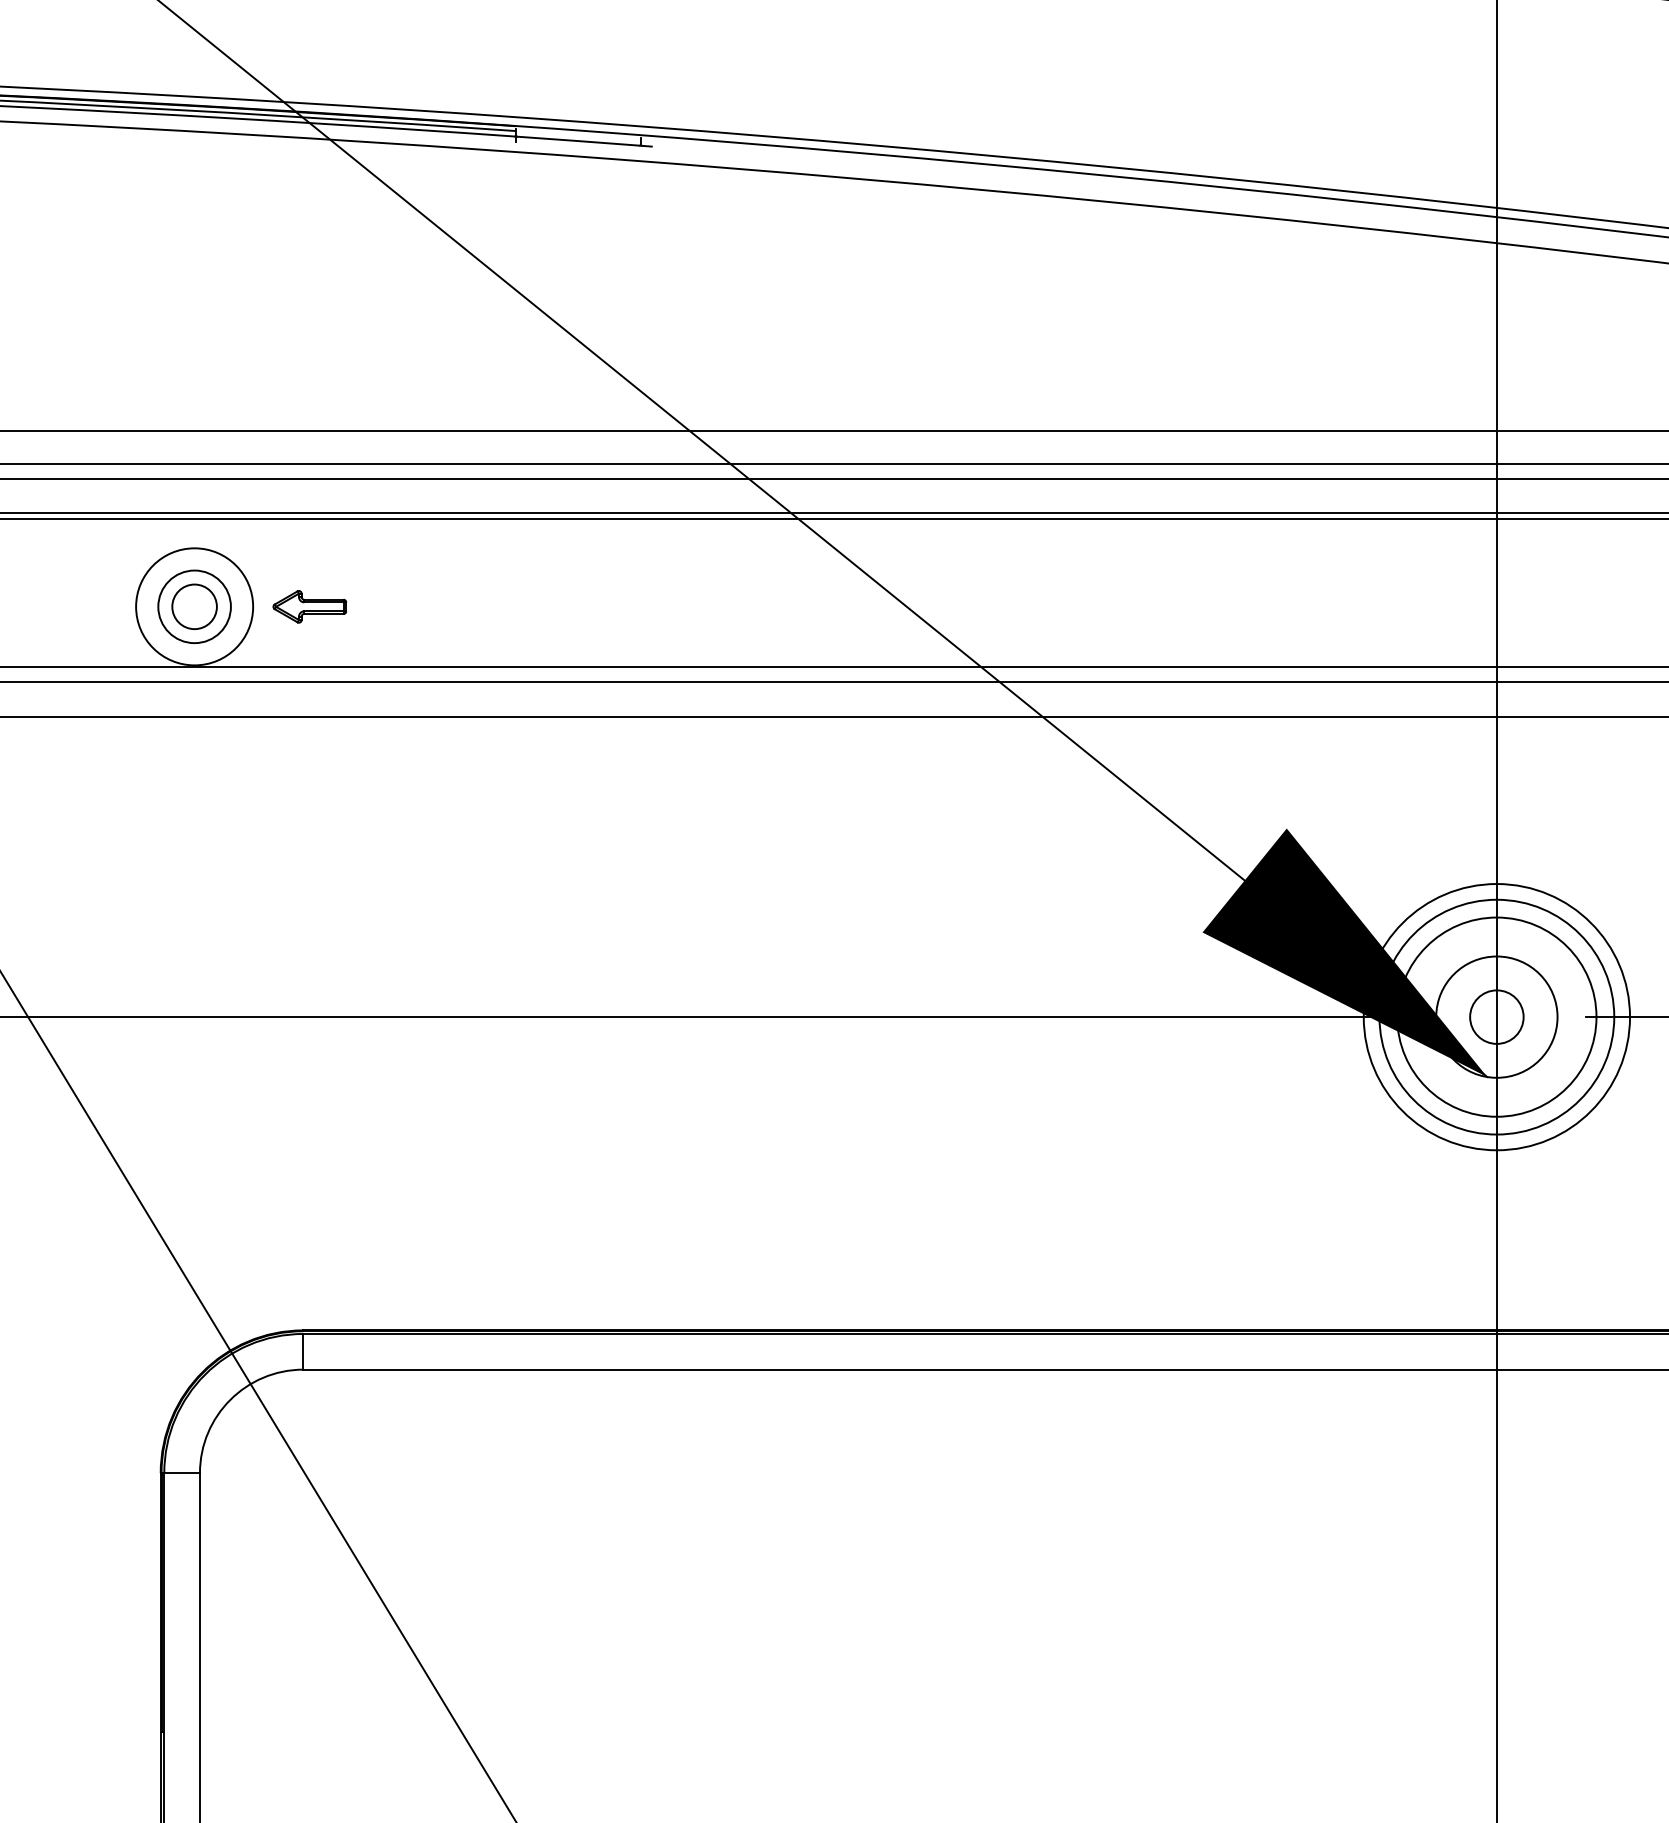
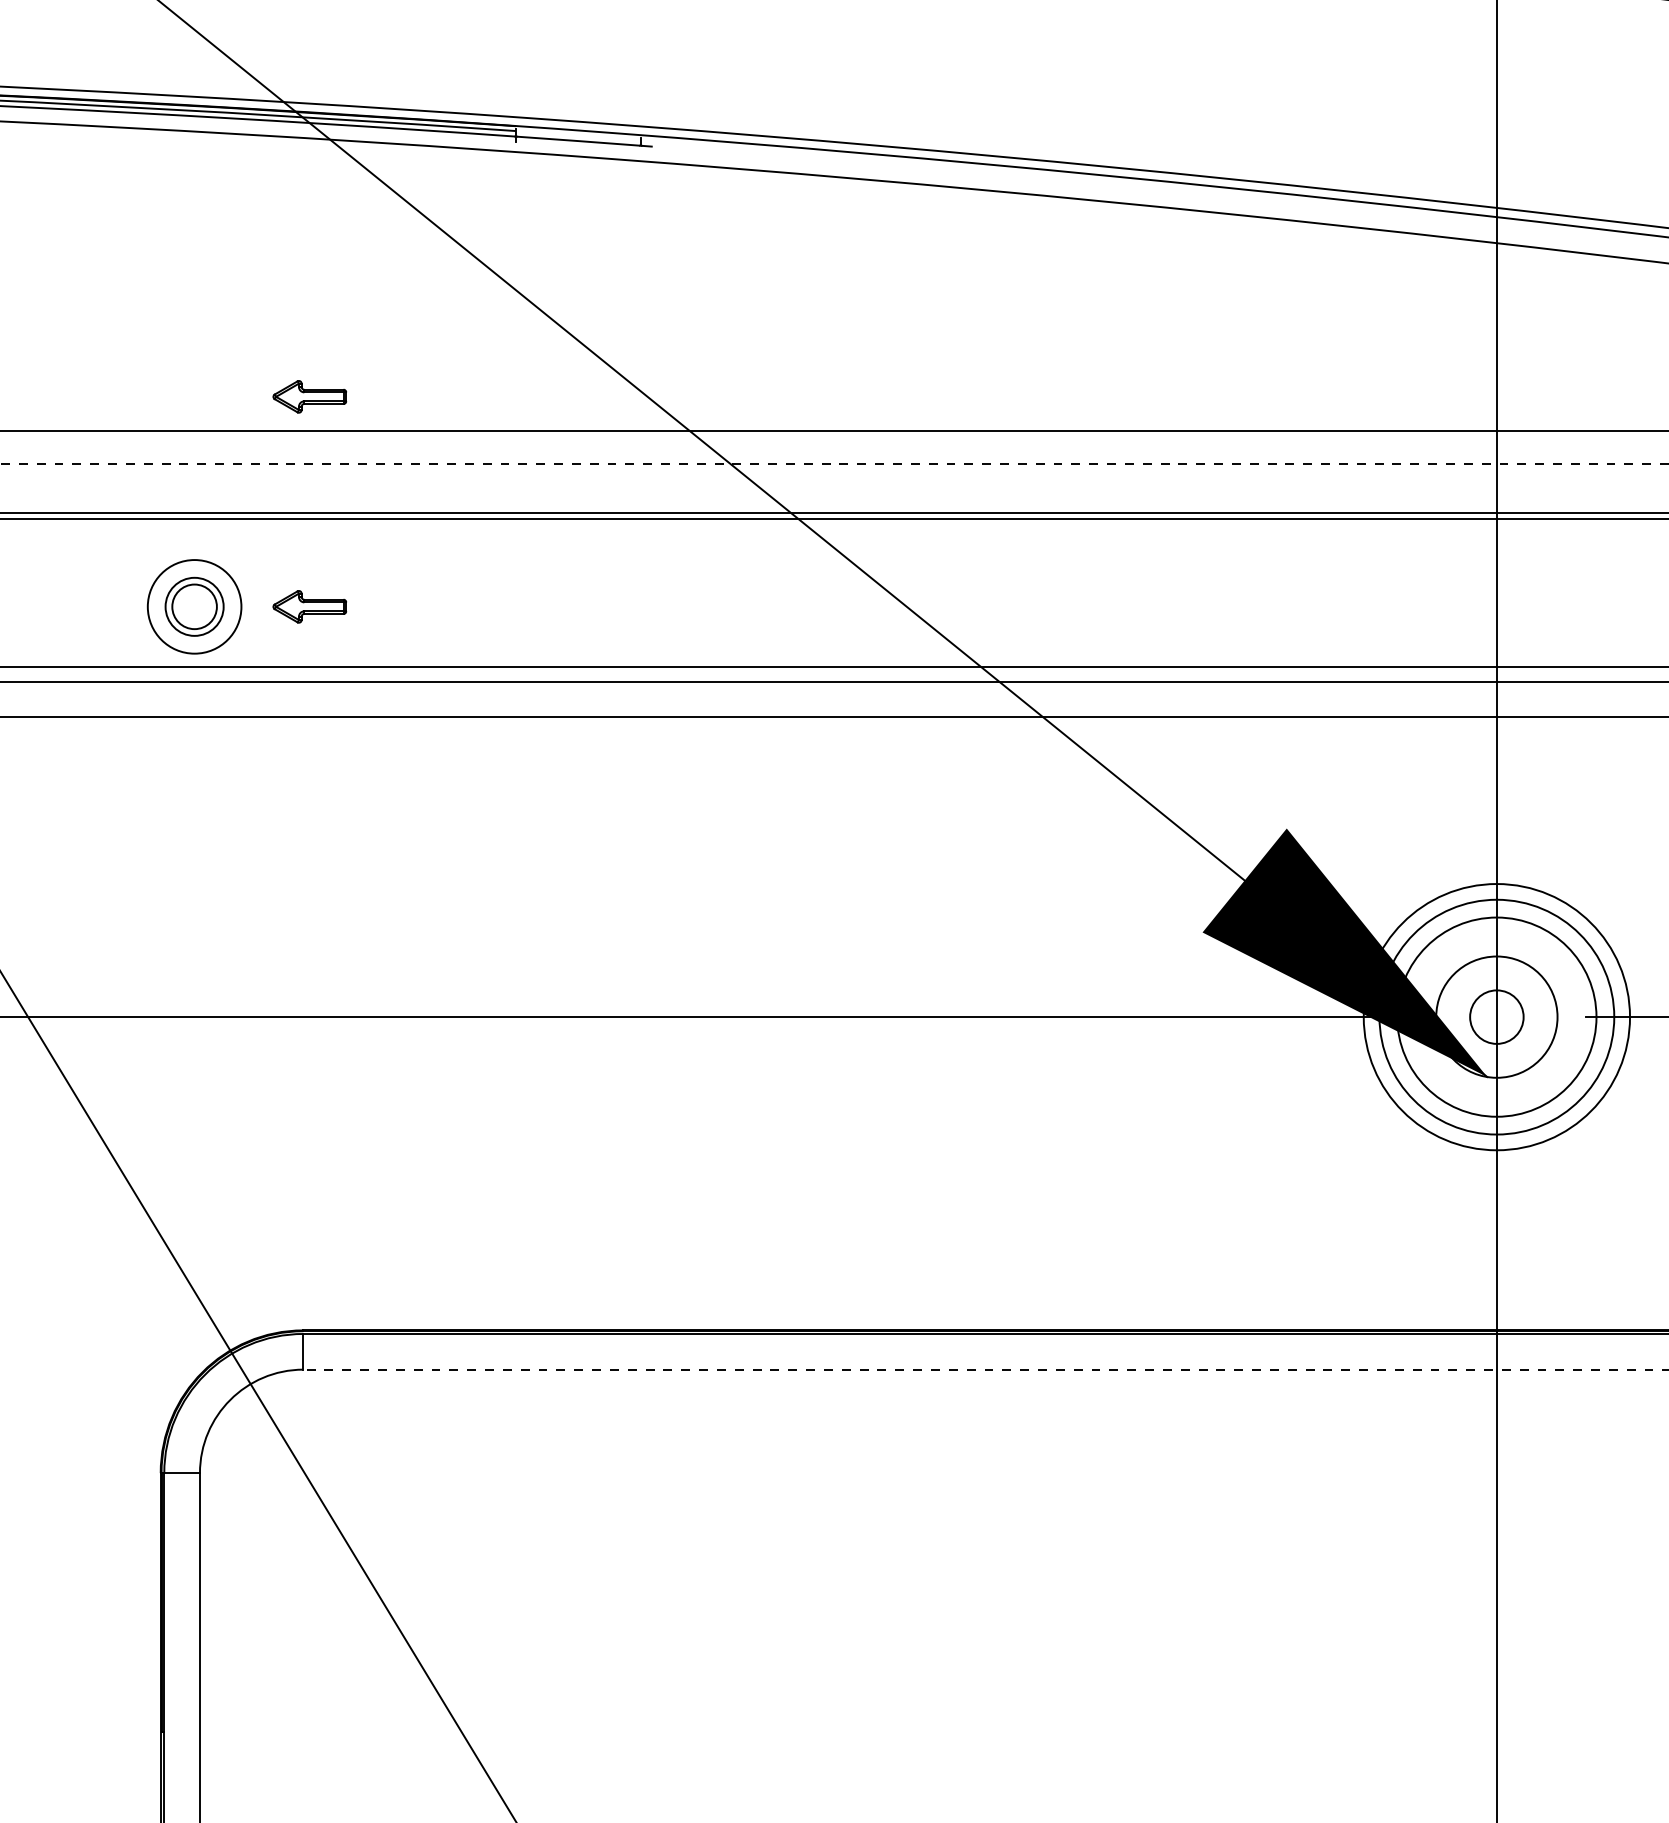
part at (309, 396): none -> present
line at (834, 464): solid -> dashed
line at (833, 478): present -> none
circle at (194, 606) diameter: 117 px -> 94 px
circle at (194, 606) diameter: 73 px -> 58 px
line at (986, 1369): solid -> dashed
